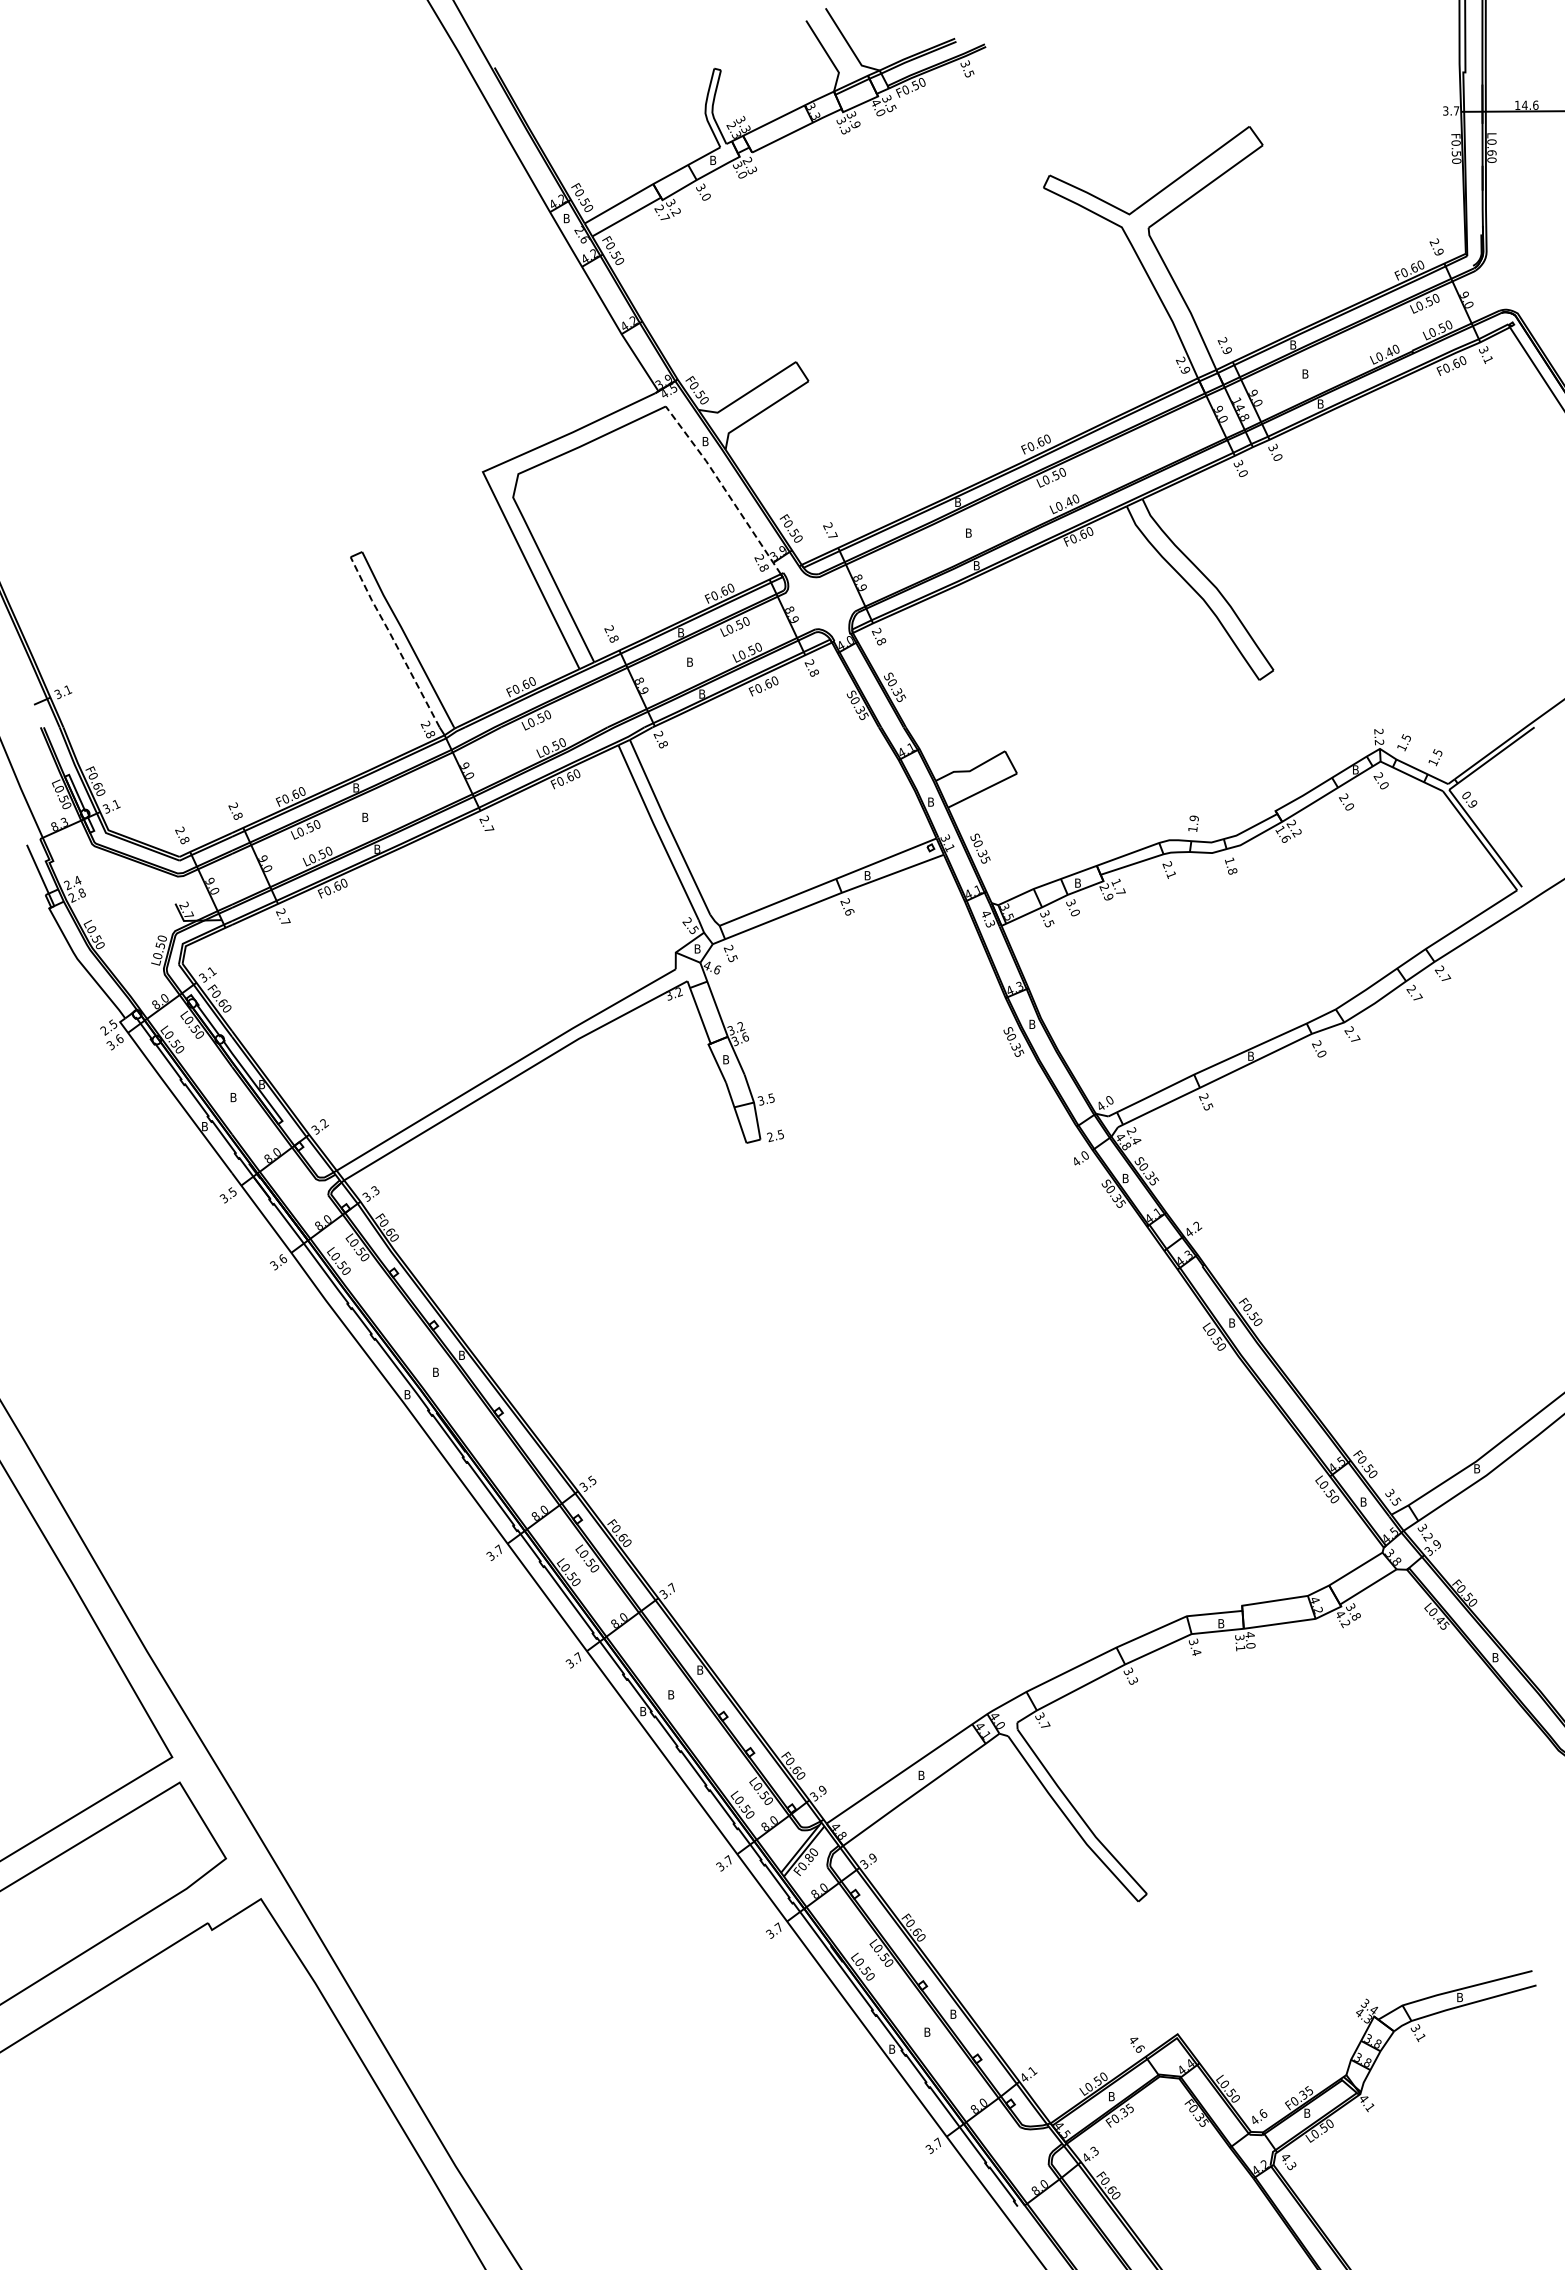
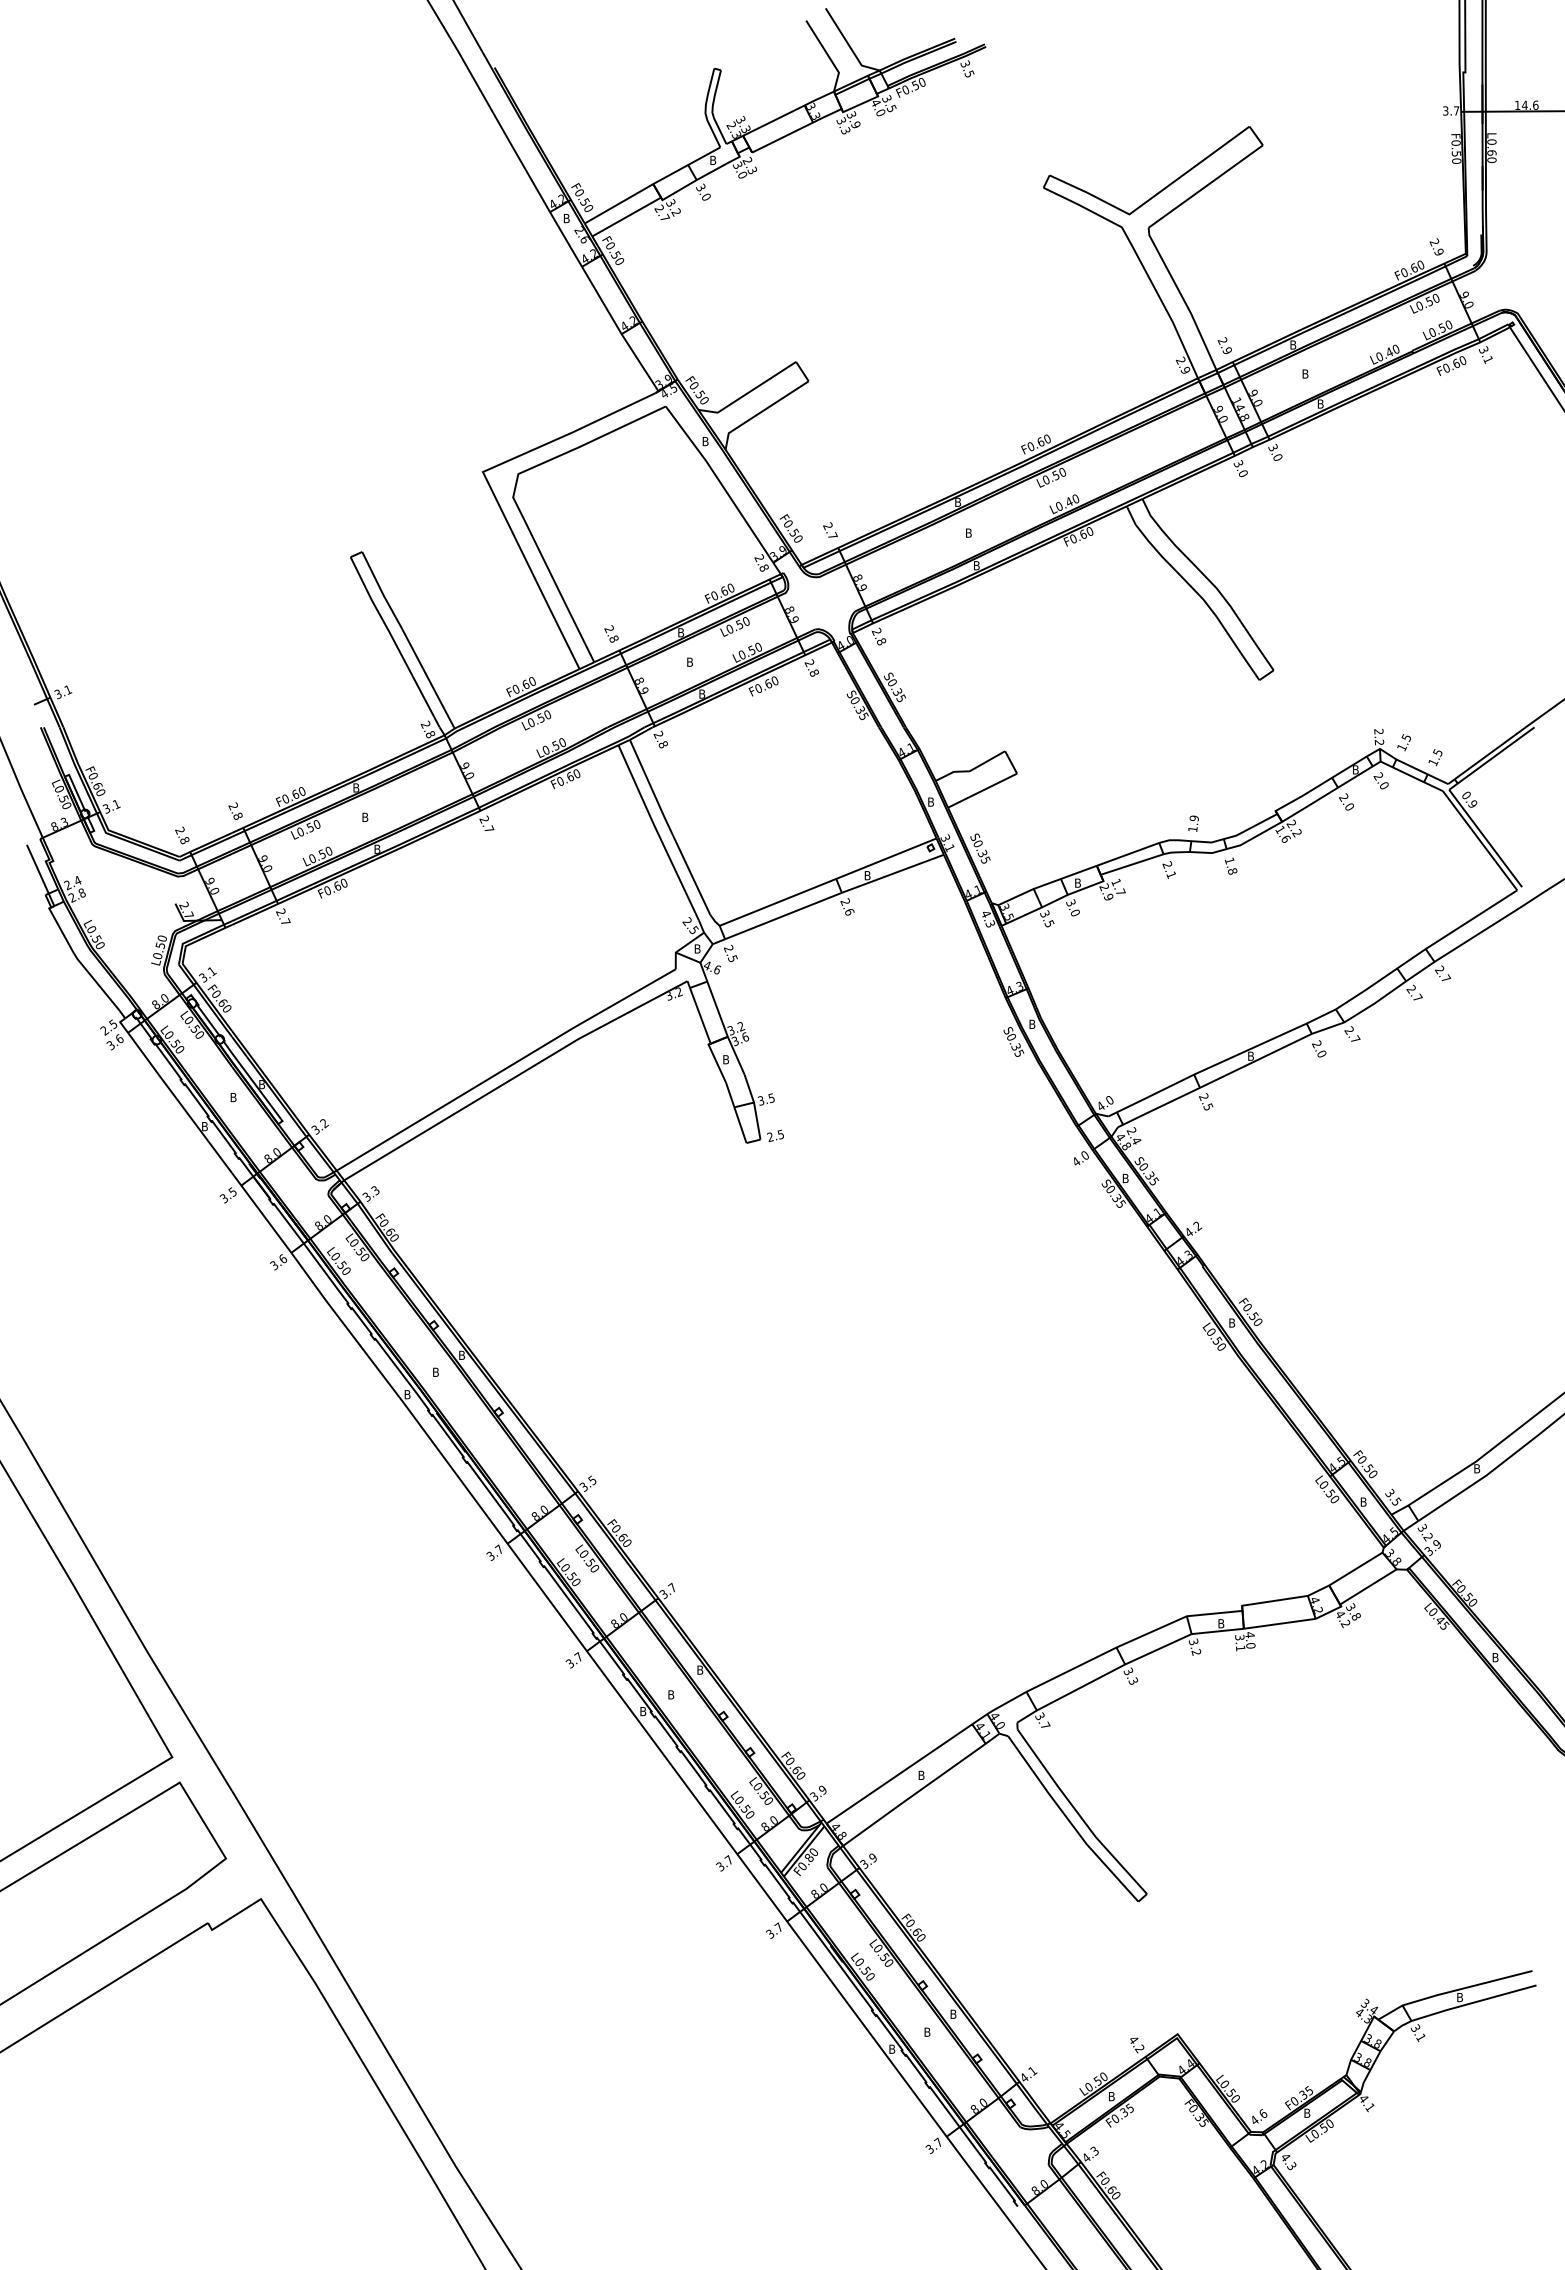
line at (724, 489): dashed -> solid
line at (394, 640): dashed -> solid
text at (1196, 1652): 3.4 -> 3.2
text at (1139, 2048): 4.6 -> 4.2
